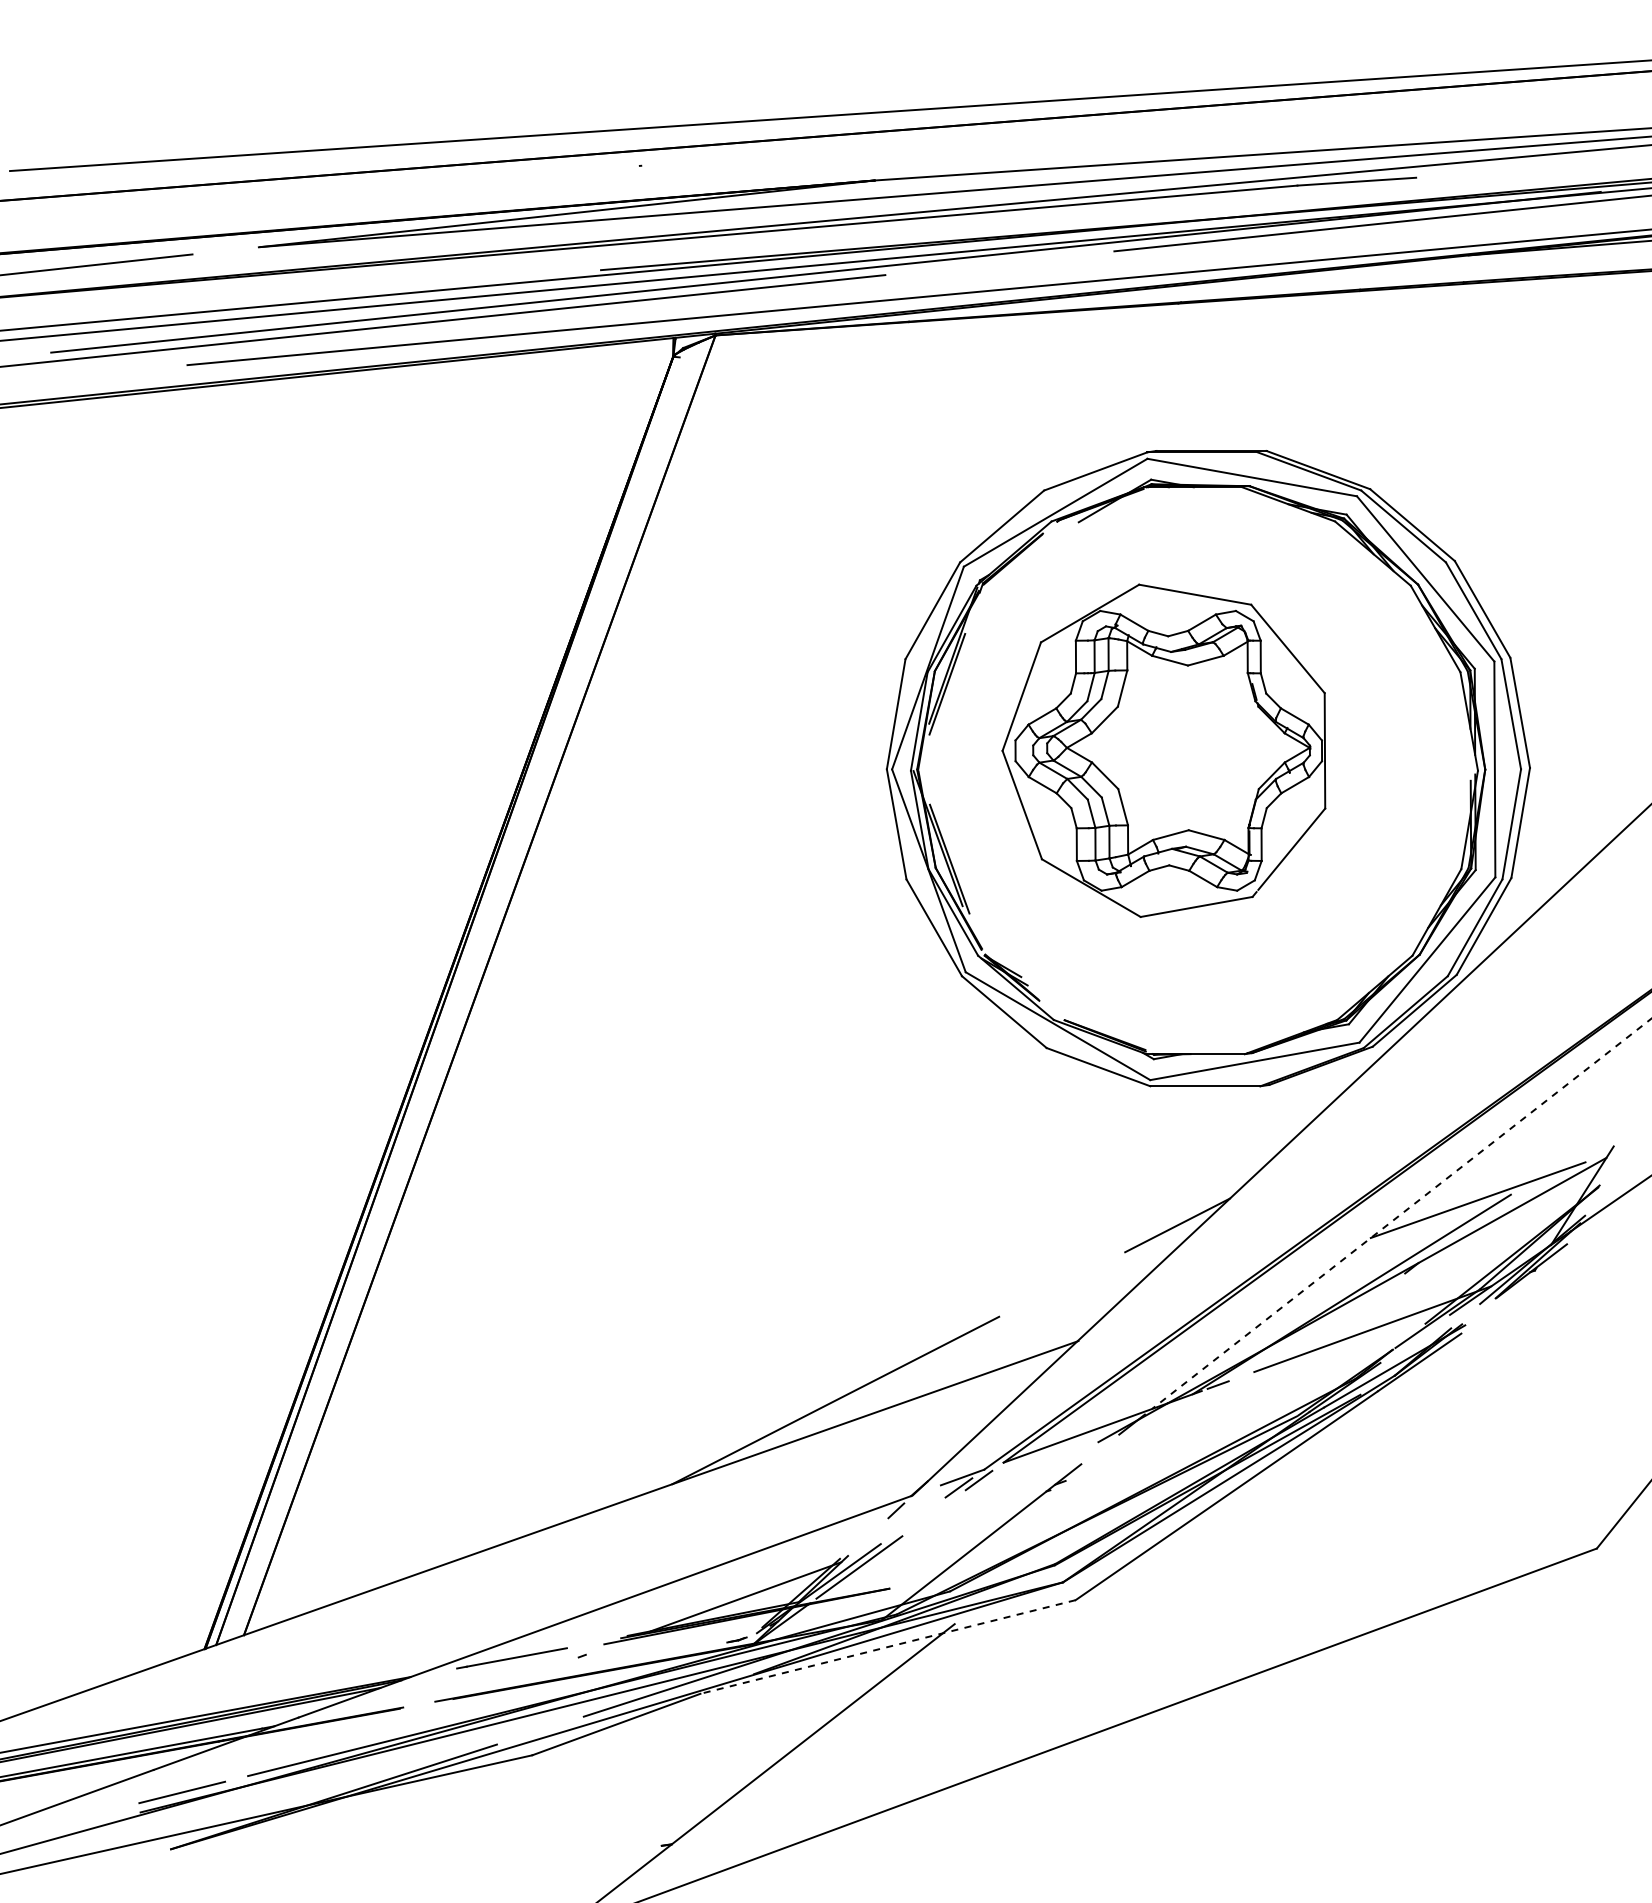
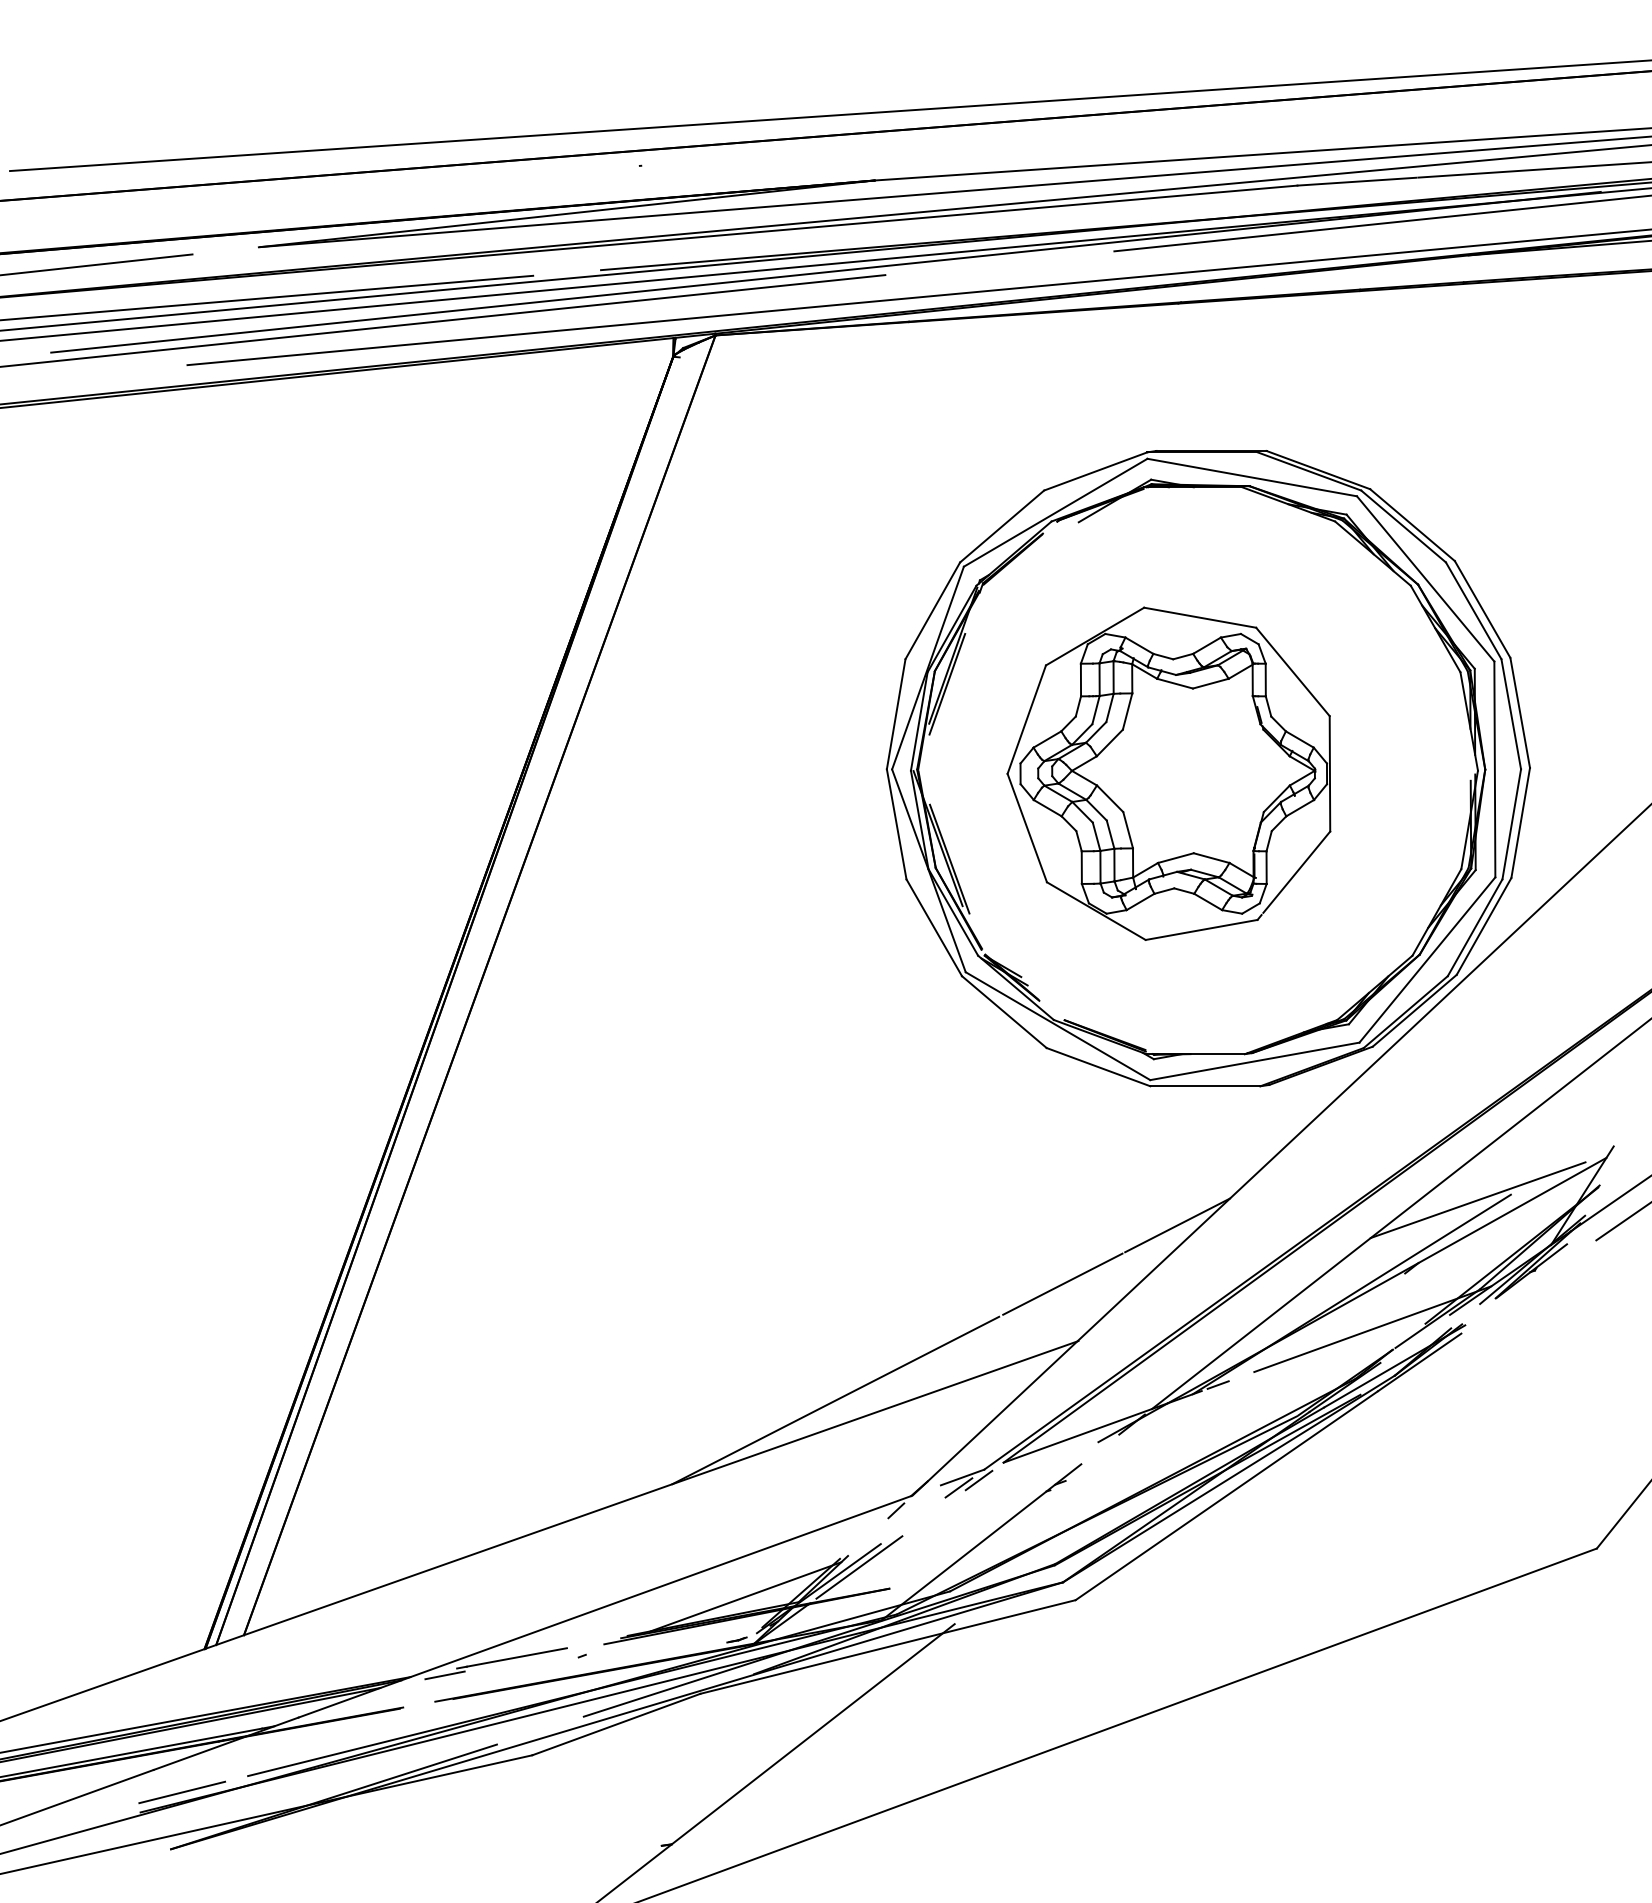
line at (1533, 169): none -> present
line at (267, 297): none -> present
part at (1163, 750) position: (1163, 750) -> (1168, 773)
line at (1401, 1214): dashed -> solid
line at (1622, 1222): none -> present
line at (1062, 1283): none -> present
line at (887, 1647): dashed -> solid
line at (444, 1675): none -> present
